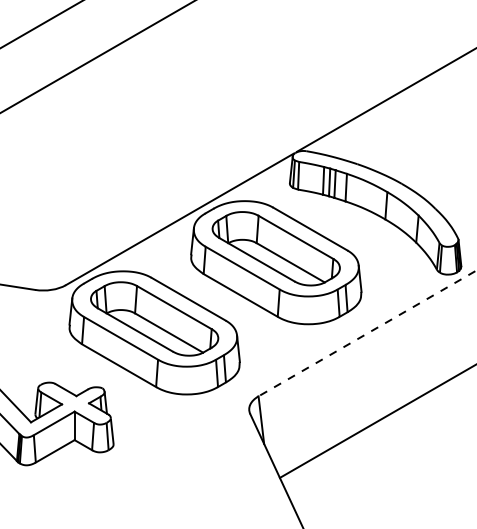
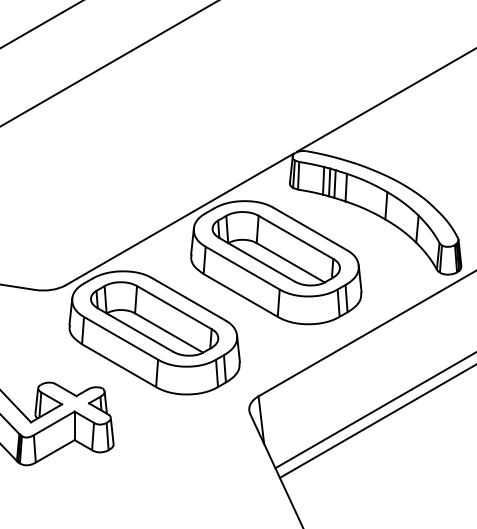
line at (97, 57) position: (97, 57) -> (109, 63)
line at (367, 333): dashed -> solid
line at (374, 410): none -> present
